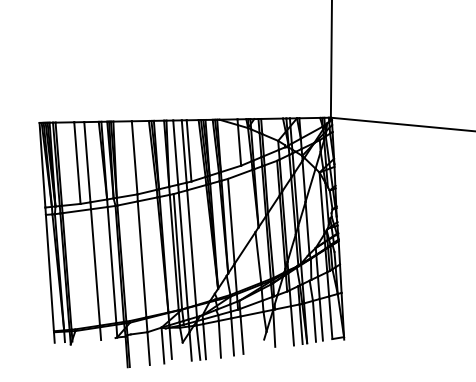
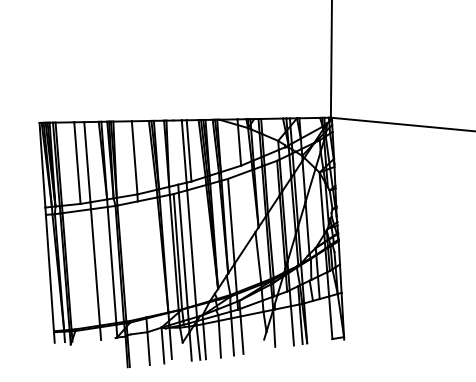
line at (175, 152): present -> none
line at (141, 259): present -> none
line at (320, 319): present -> none
line at (314, 320): present -> none
